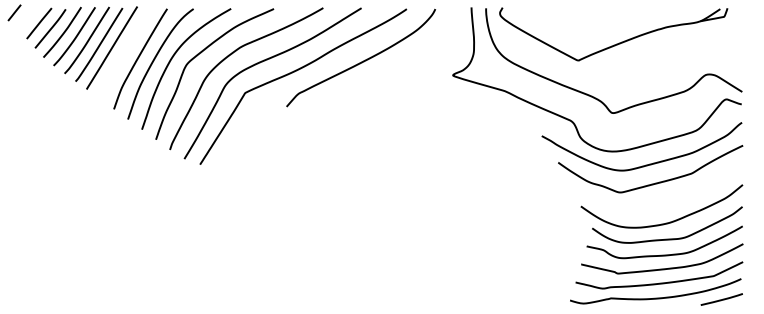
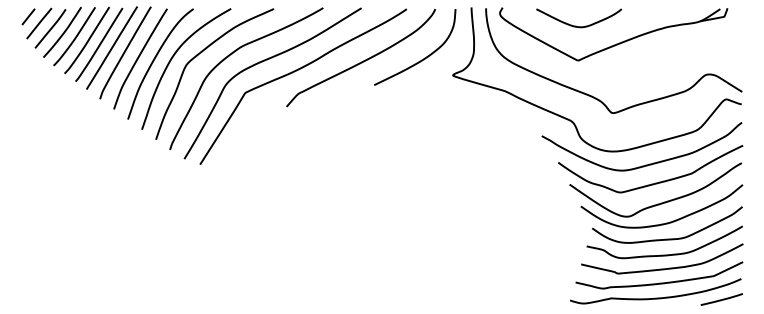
line at (14, 12) position: (14, 12) -> (28, 16)
curve at (576, 25): none -> present
curve at (125, 52): none -> present
curve at (421, 59): none -> present
curve at (657, 203): none -> present
